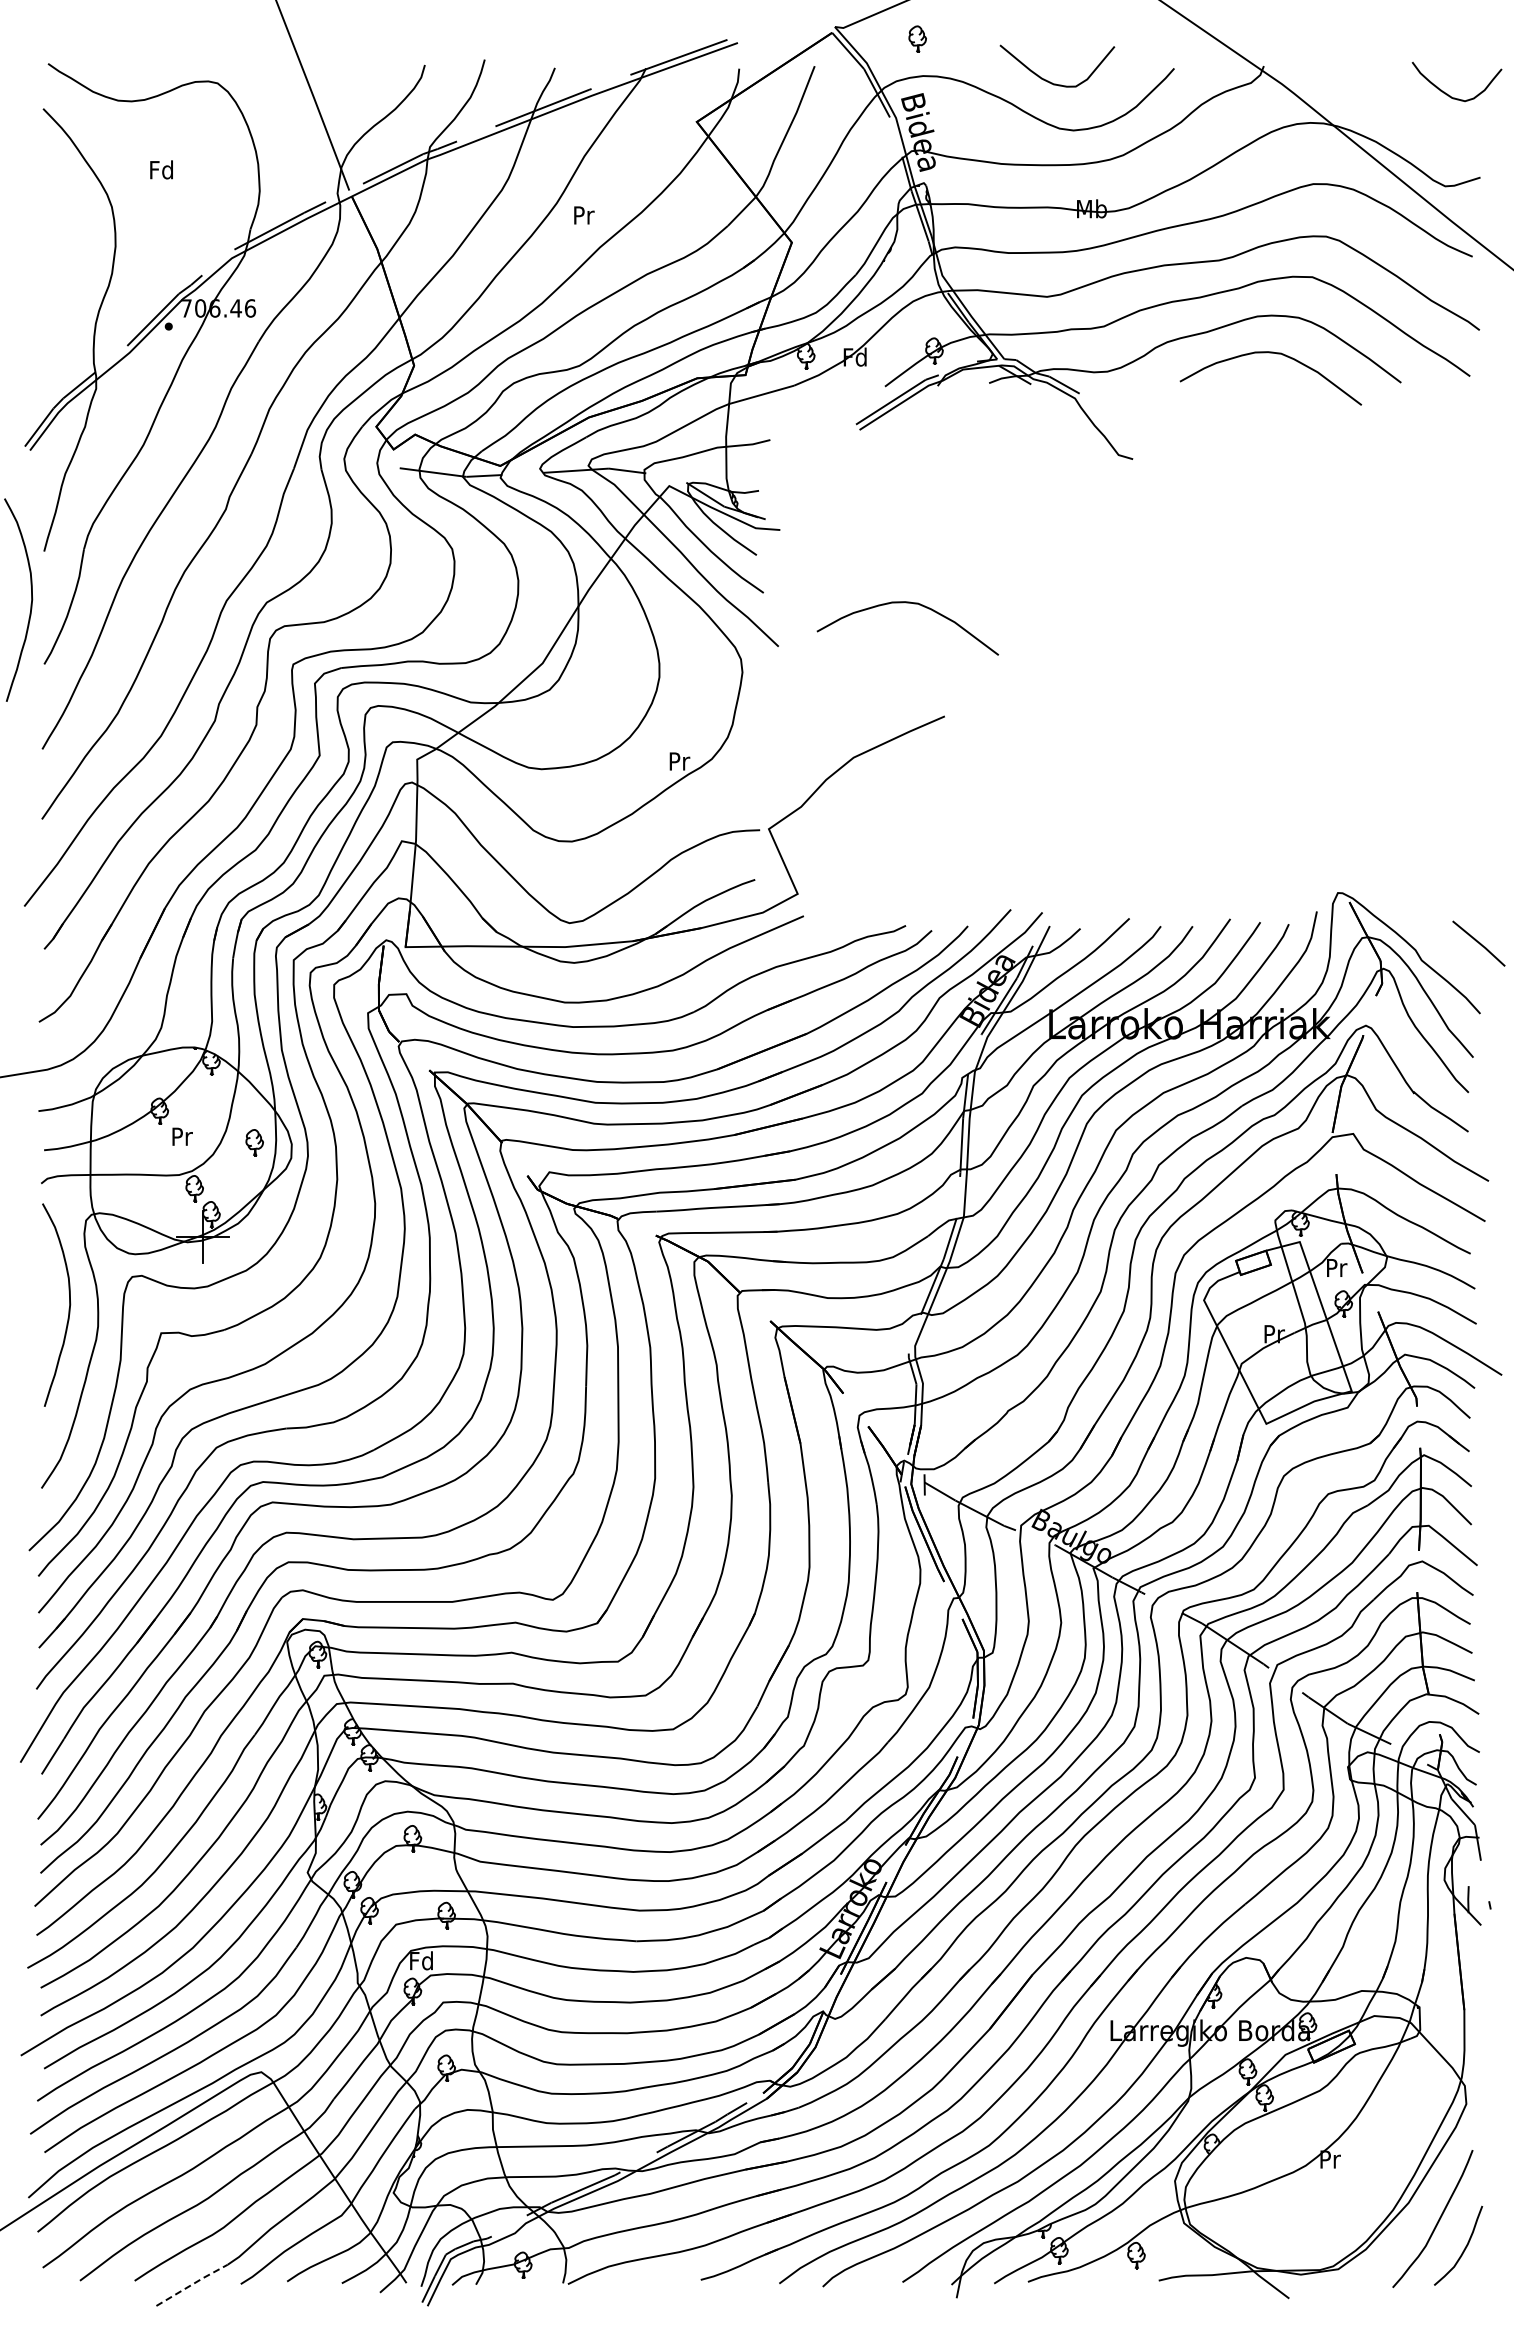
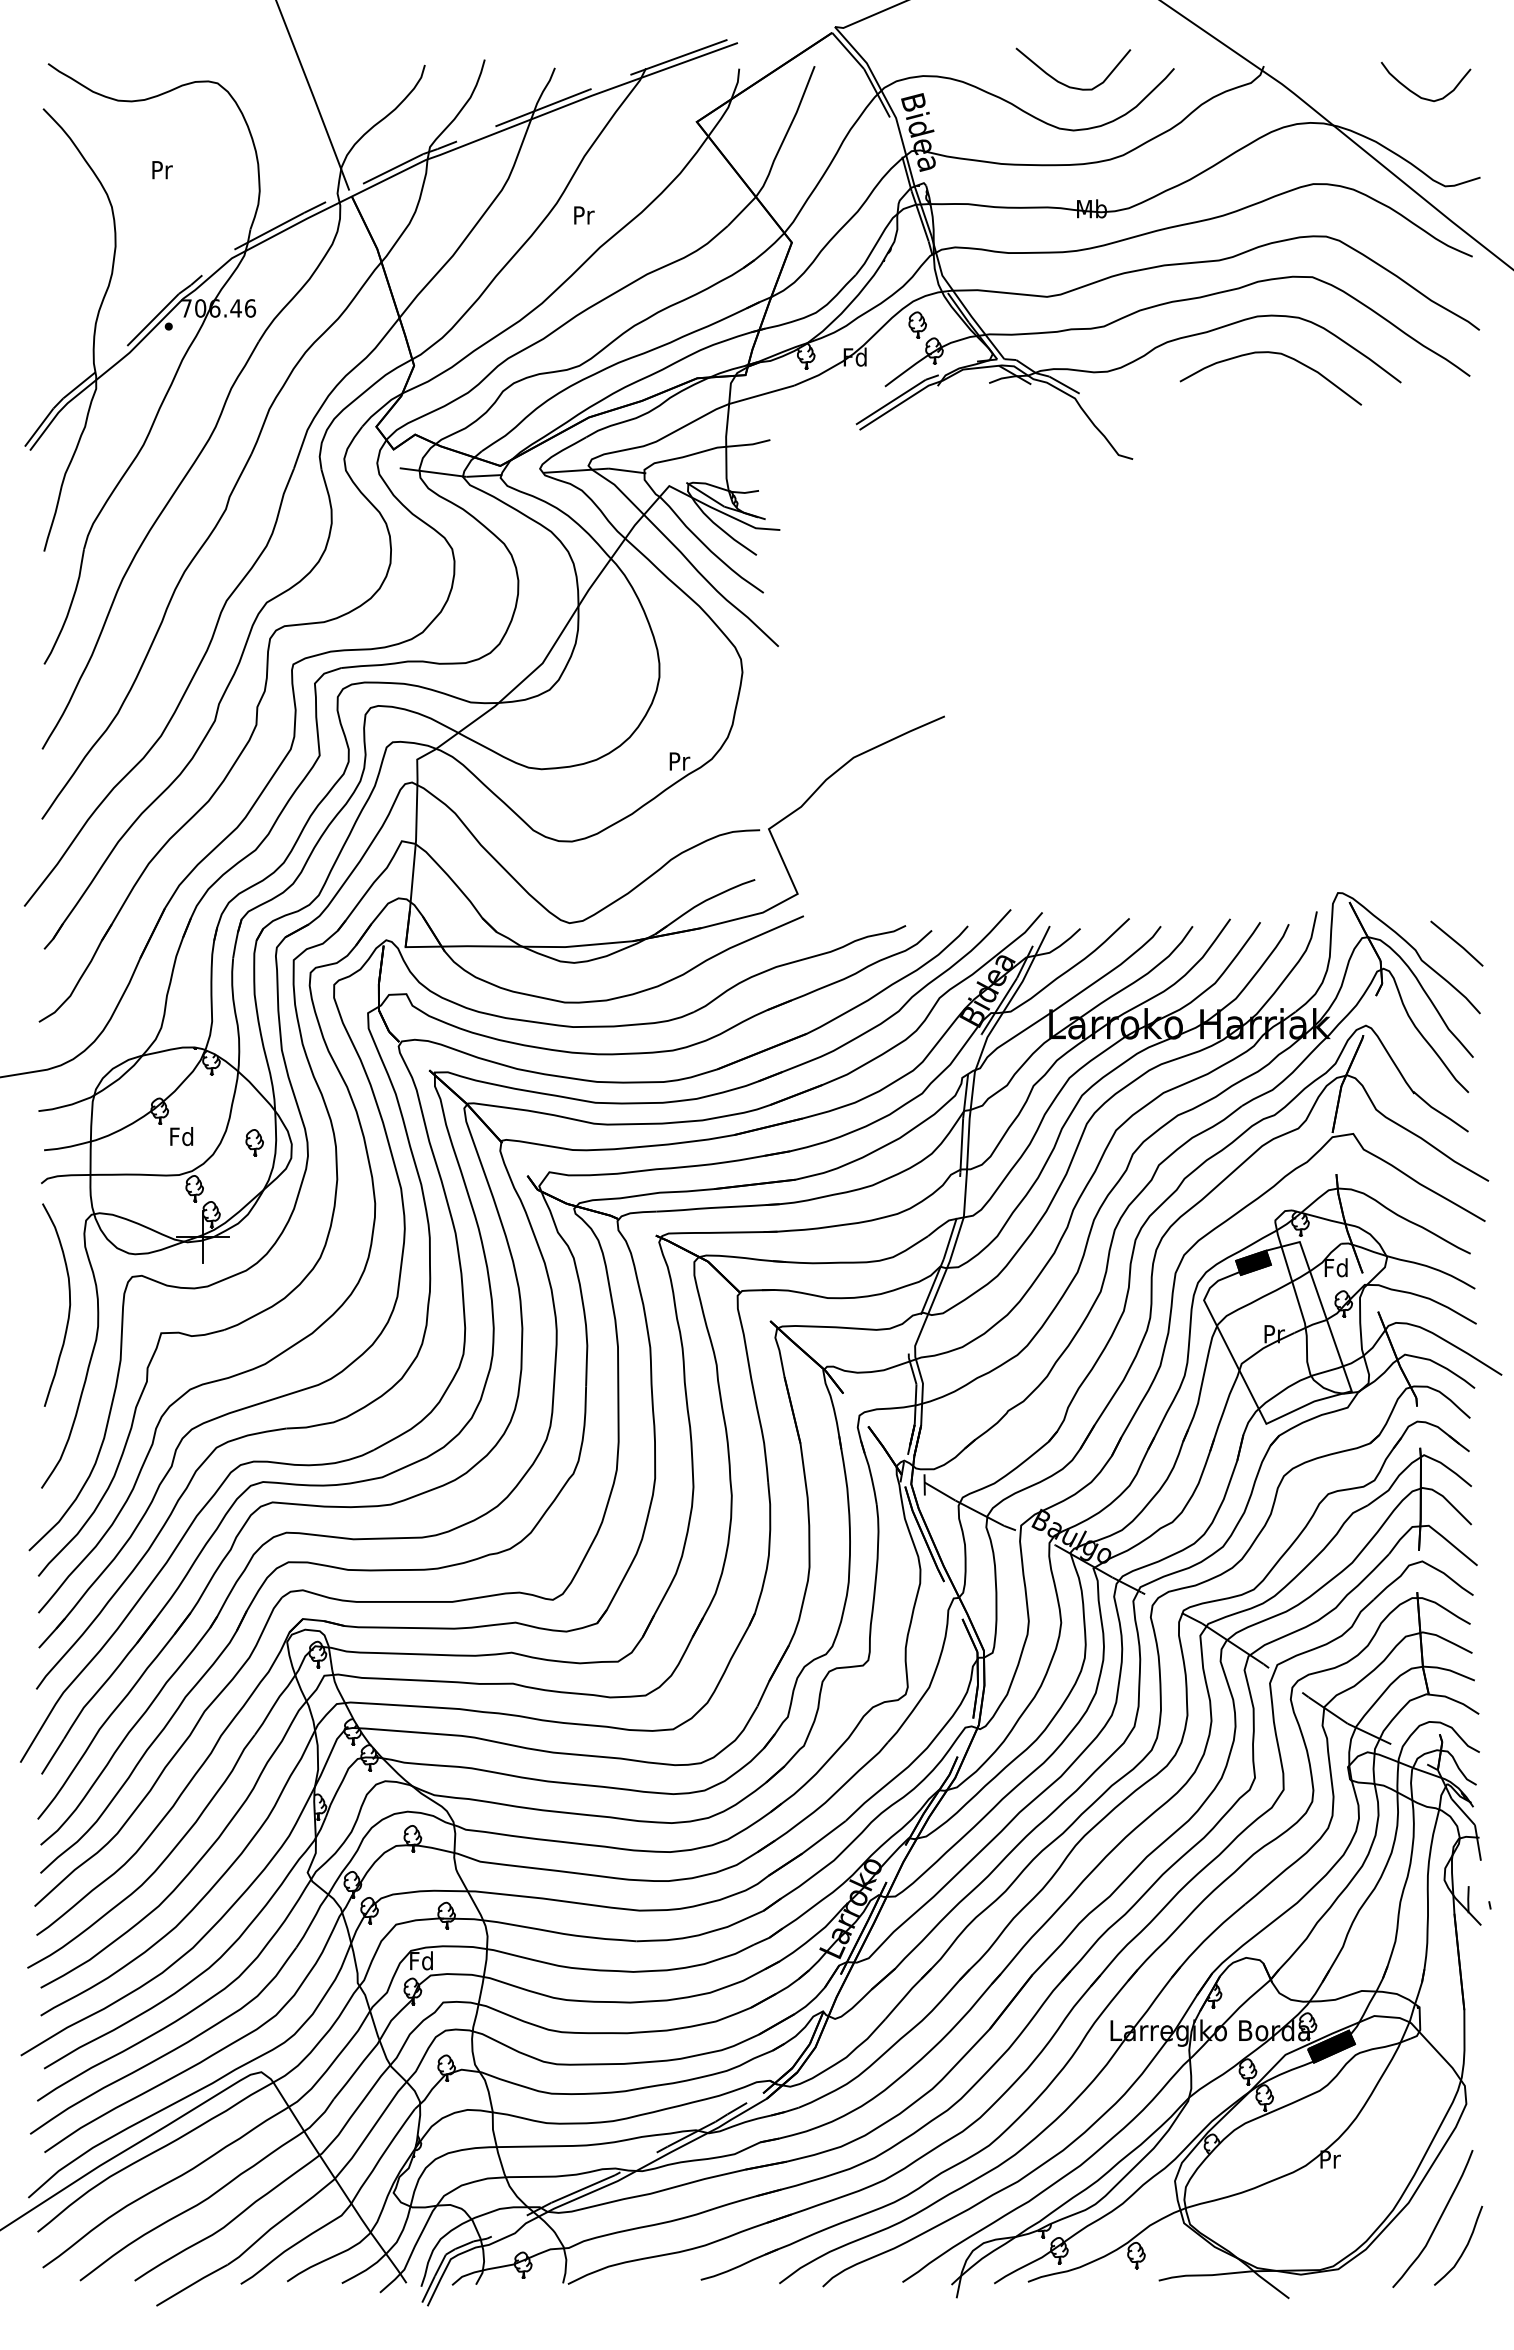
part at (917, 38) position: (917, 38) -> (917, 324)
curve at (1050, 81) position: (1050, 81) -> (1066, 84)
curve at (1447, 93) position: (1447, 93) -> (1416, 93)
text at (161, 169): Fd -> Pr
curve at (30, 603): present -> none
curve at (907, 603): present -> none
line at (1478, 943) position: (1478, 943) -> (1456, 943)
text at (181, 1136): Pr -> Fd
fill at (1253, 1262): none -> present
text at (1335, 1267): Pr -> Fd
fill at (1331, 2046): none -> present
line at (192, 2284): dashed -> solid
